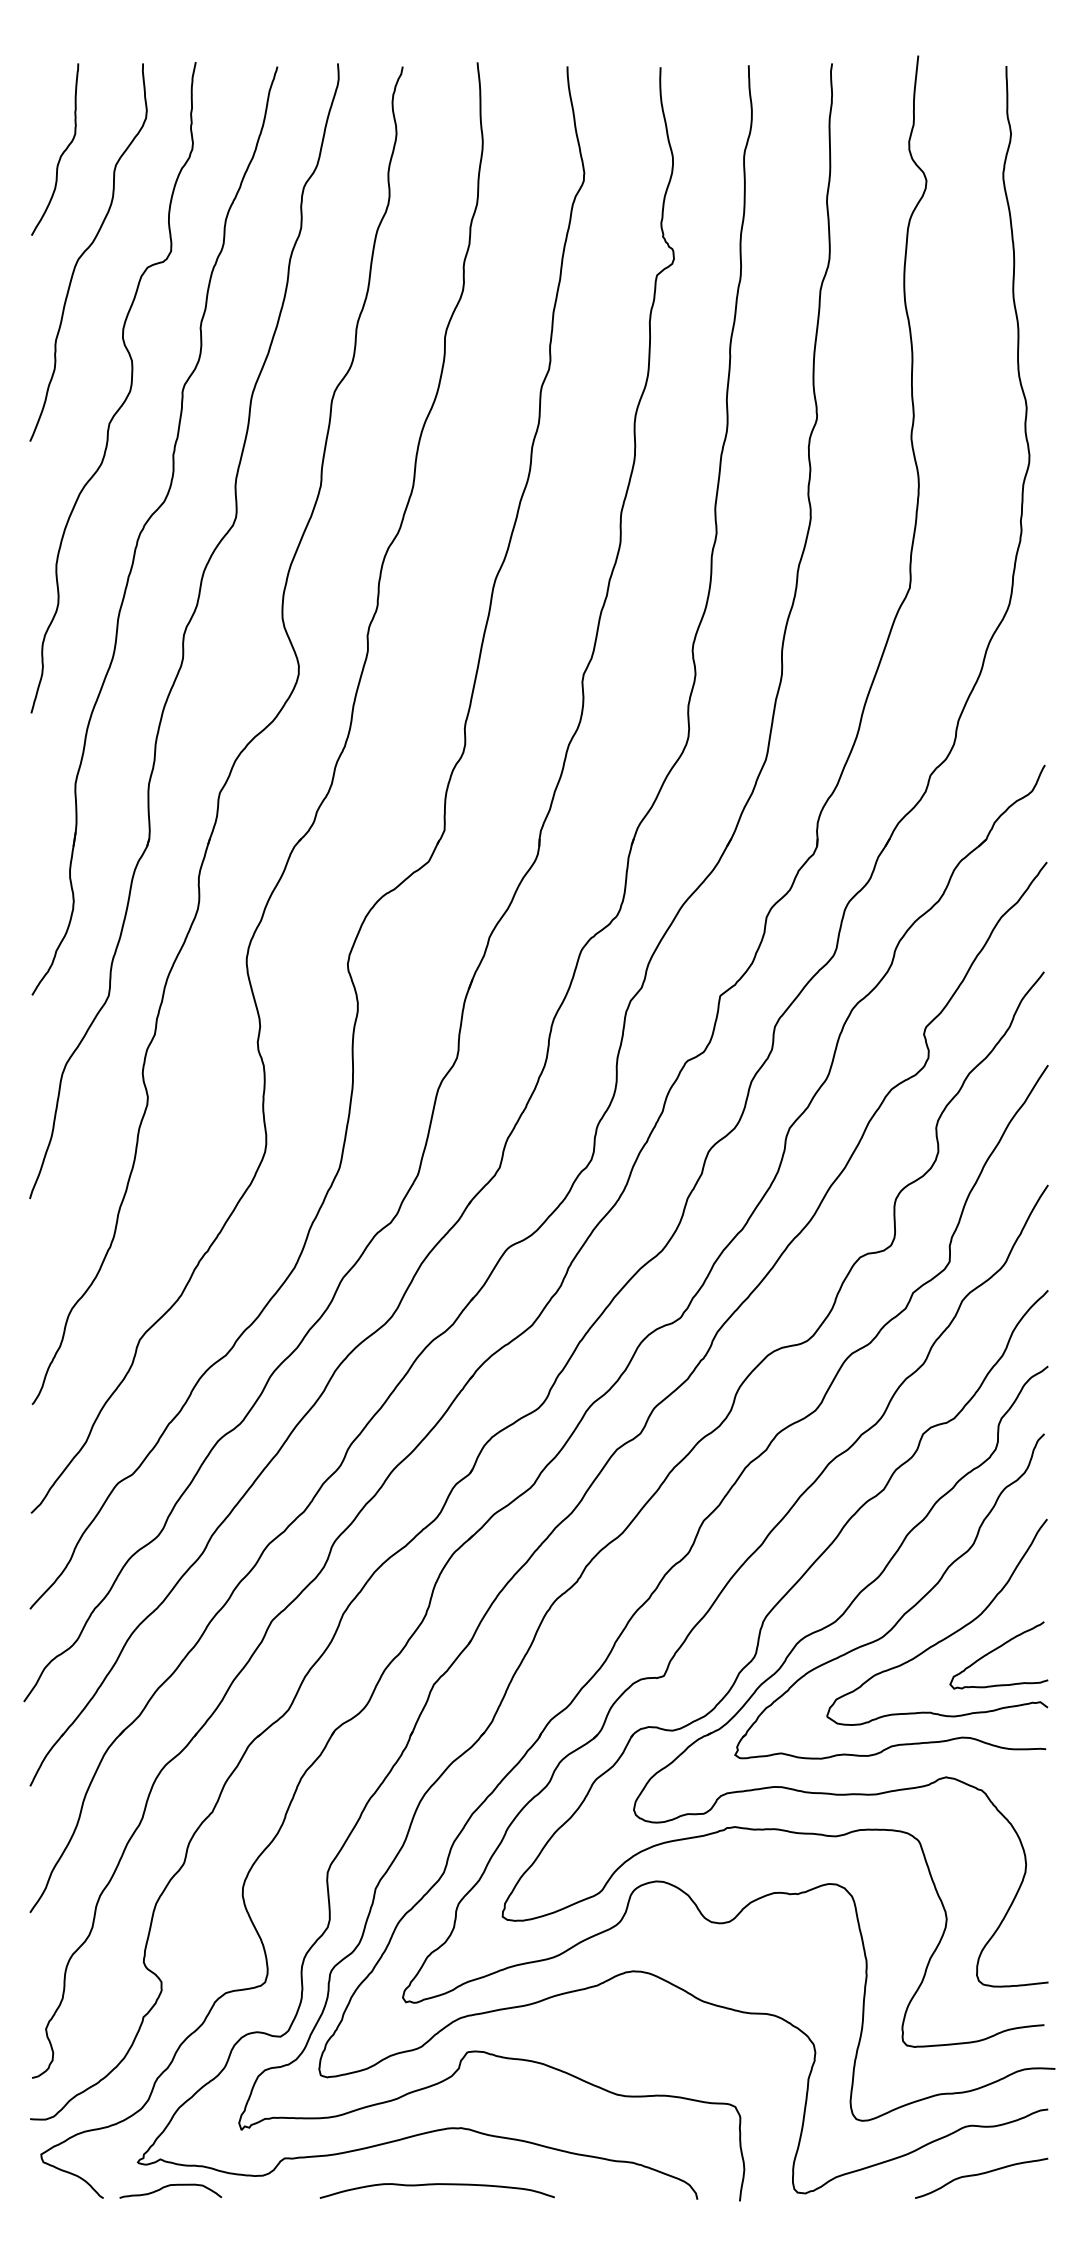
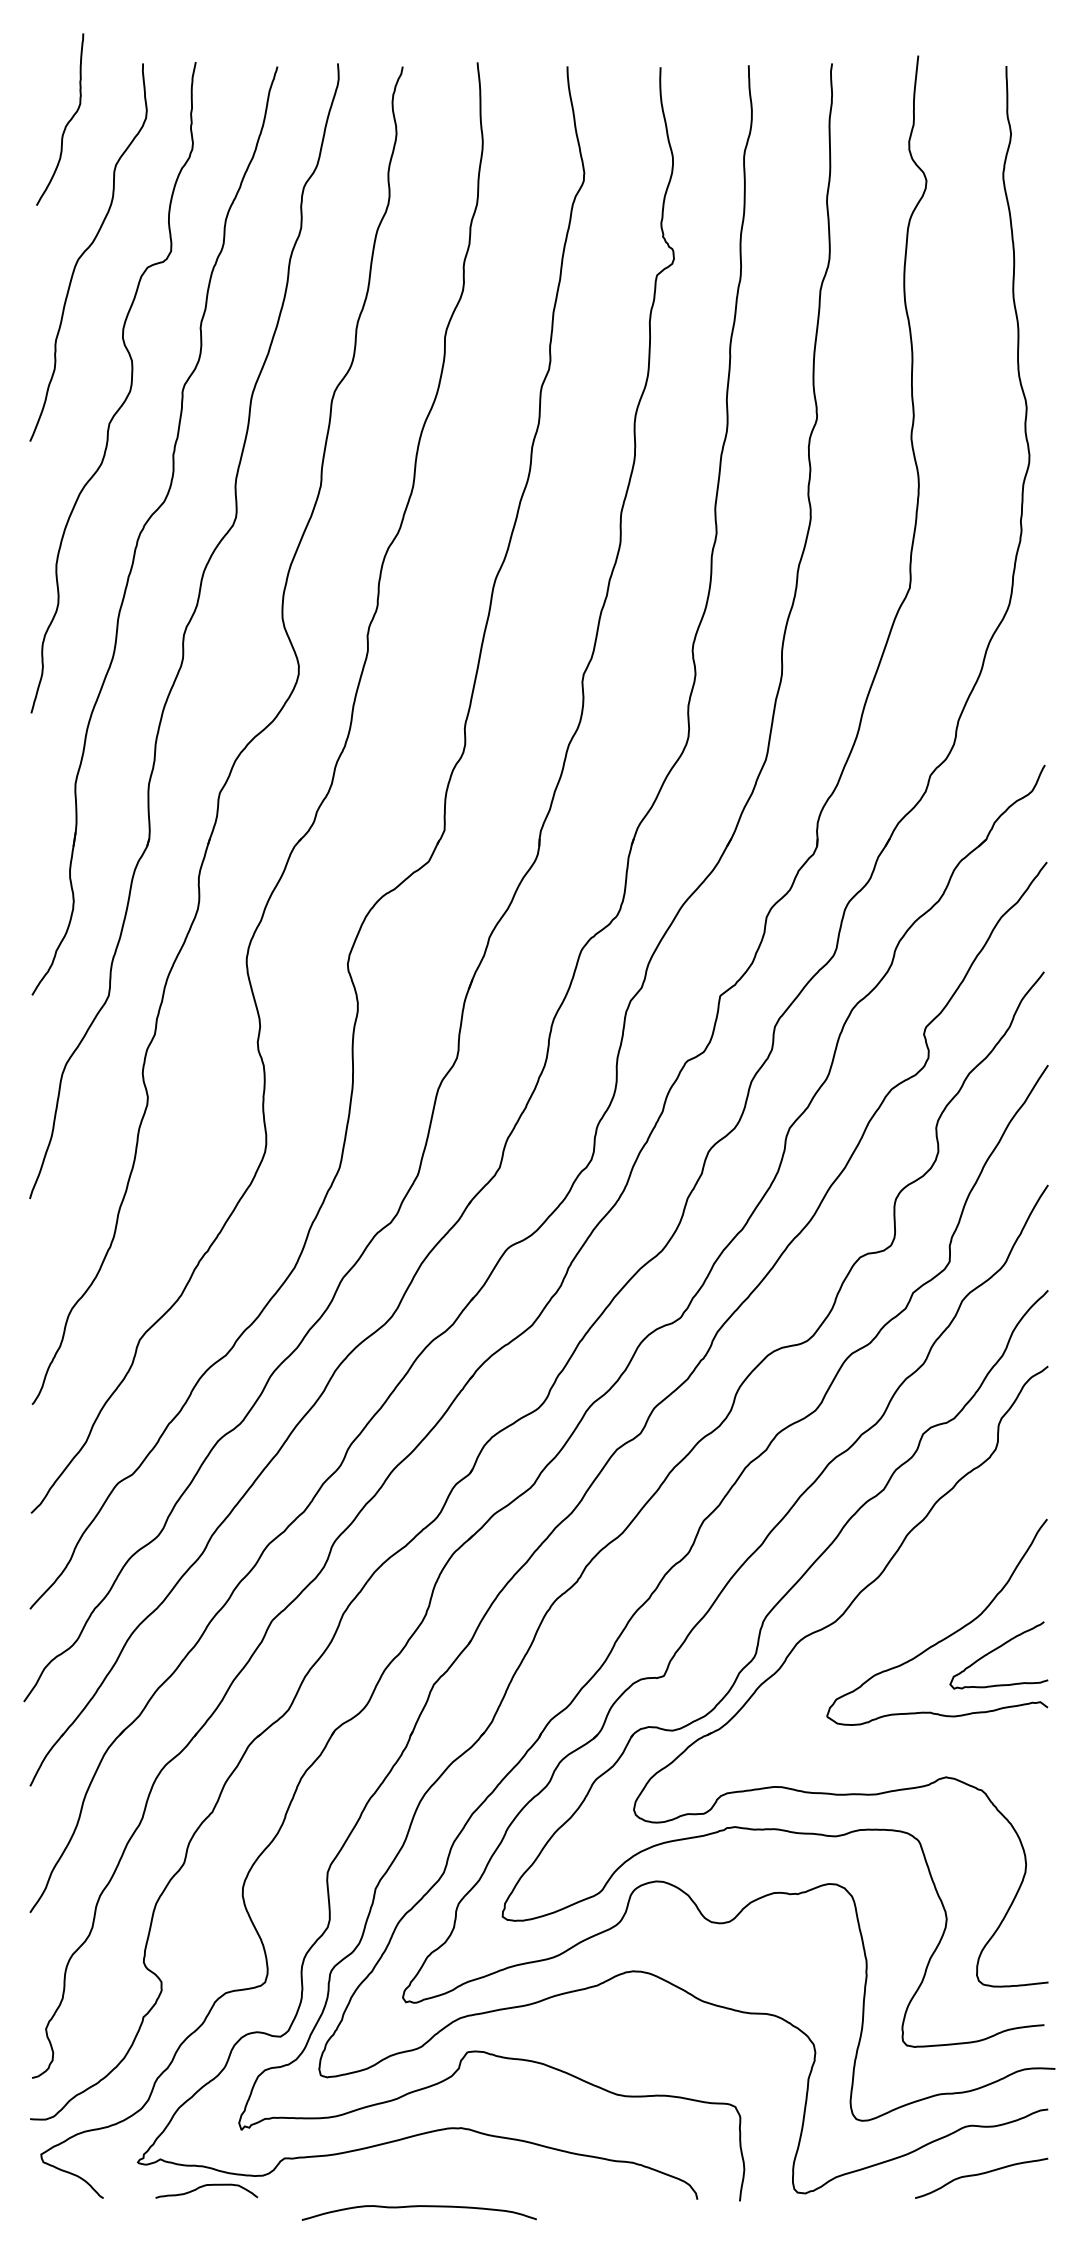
curve at (61, 153) position: (61, 153) -> (66, 123)
part at (904, 1612): present -> none
curve at (435, 2185) position: (435, 2185) -> (417, 2207)
curve at (170, 2186) position: (170, 2186) -> (206, 2186)
